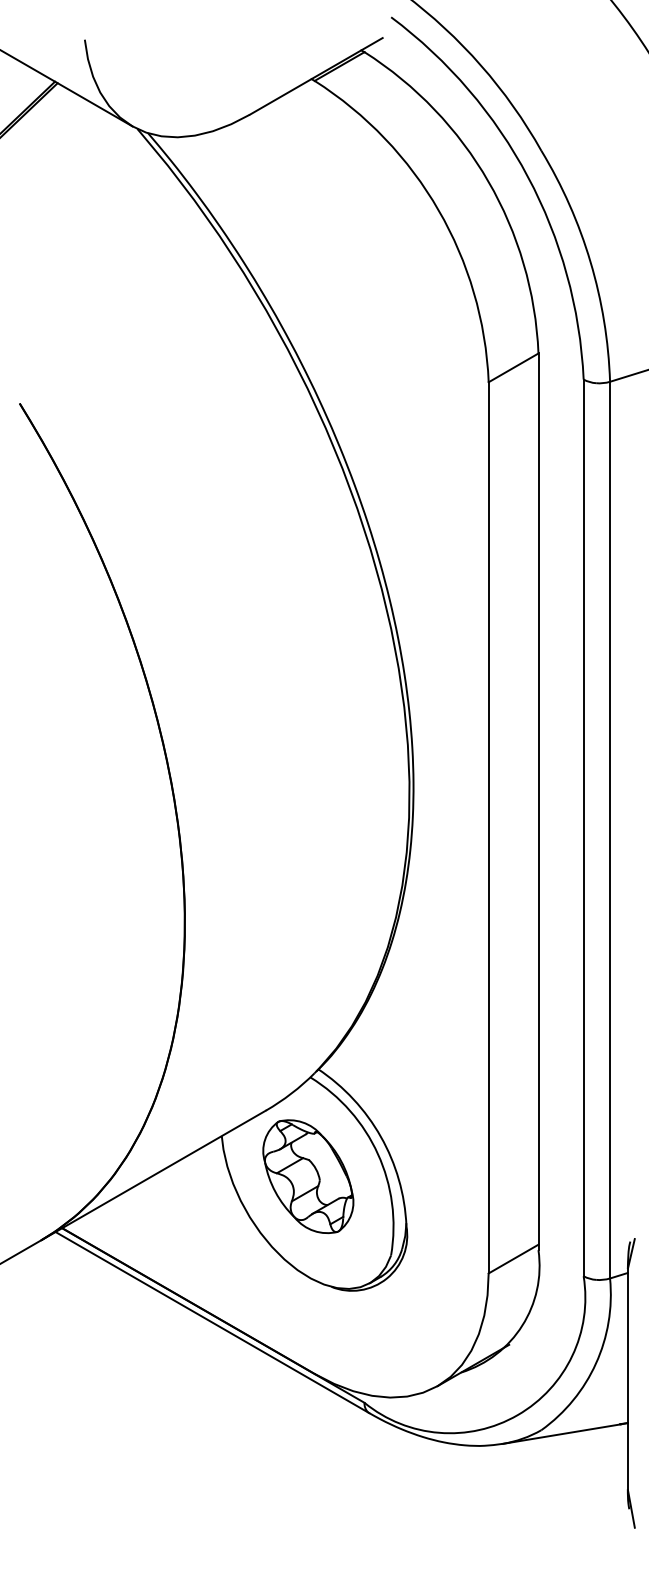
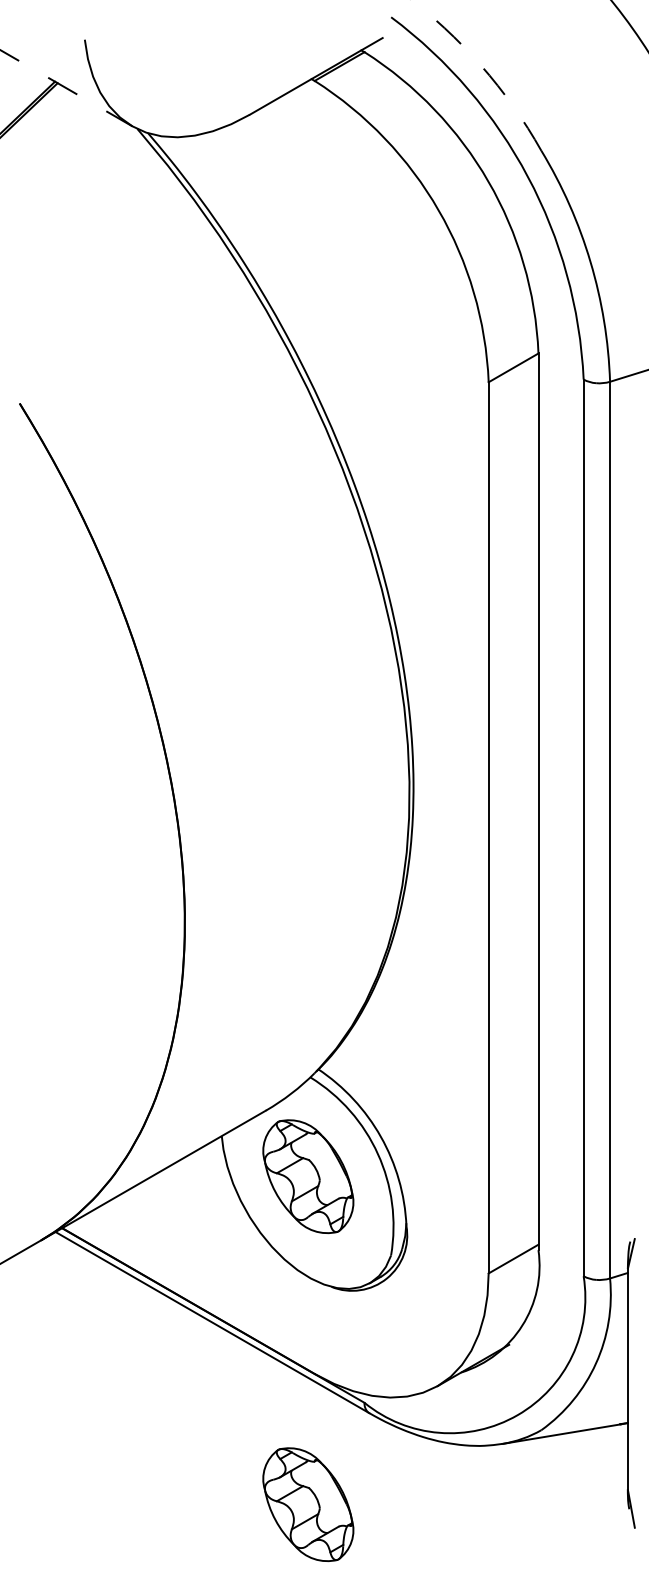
arc at (483, 68): solid -> dashed
line at (66, 88): solid -> dashed
part at (308, 1504): none -> present
